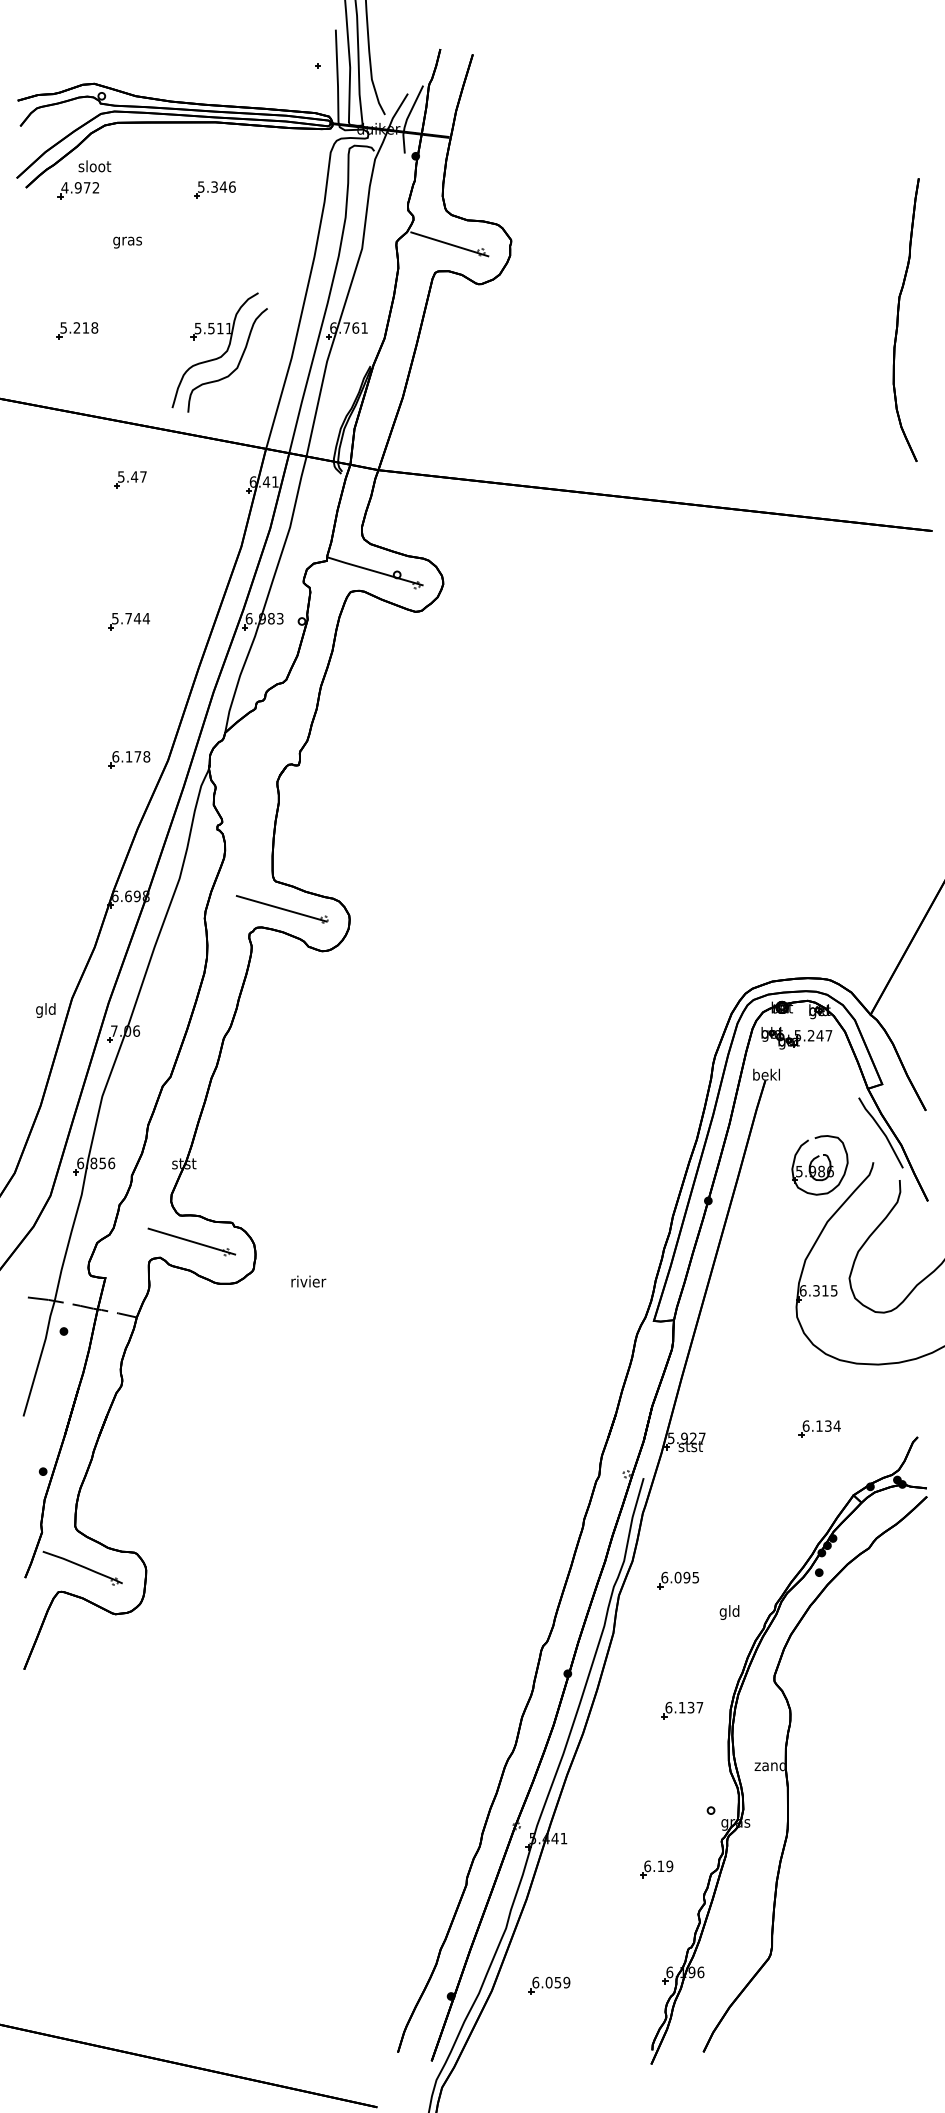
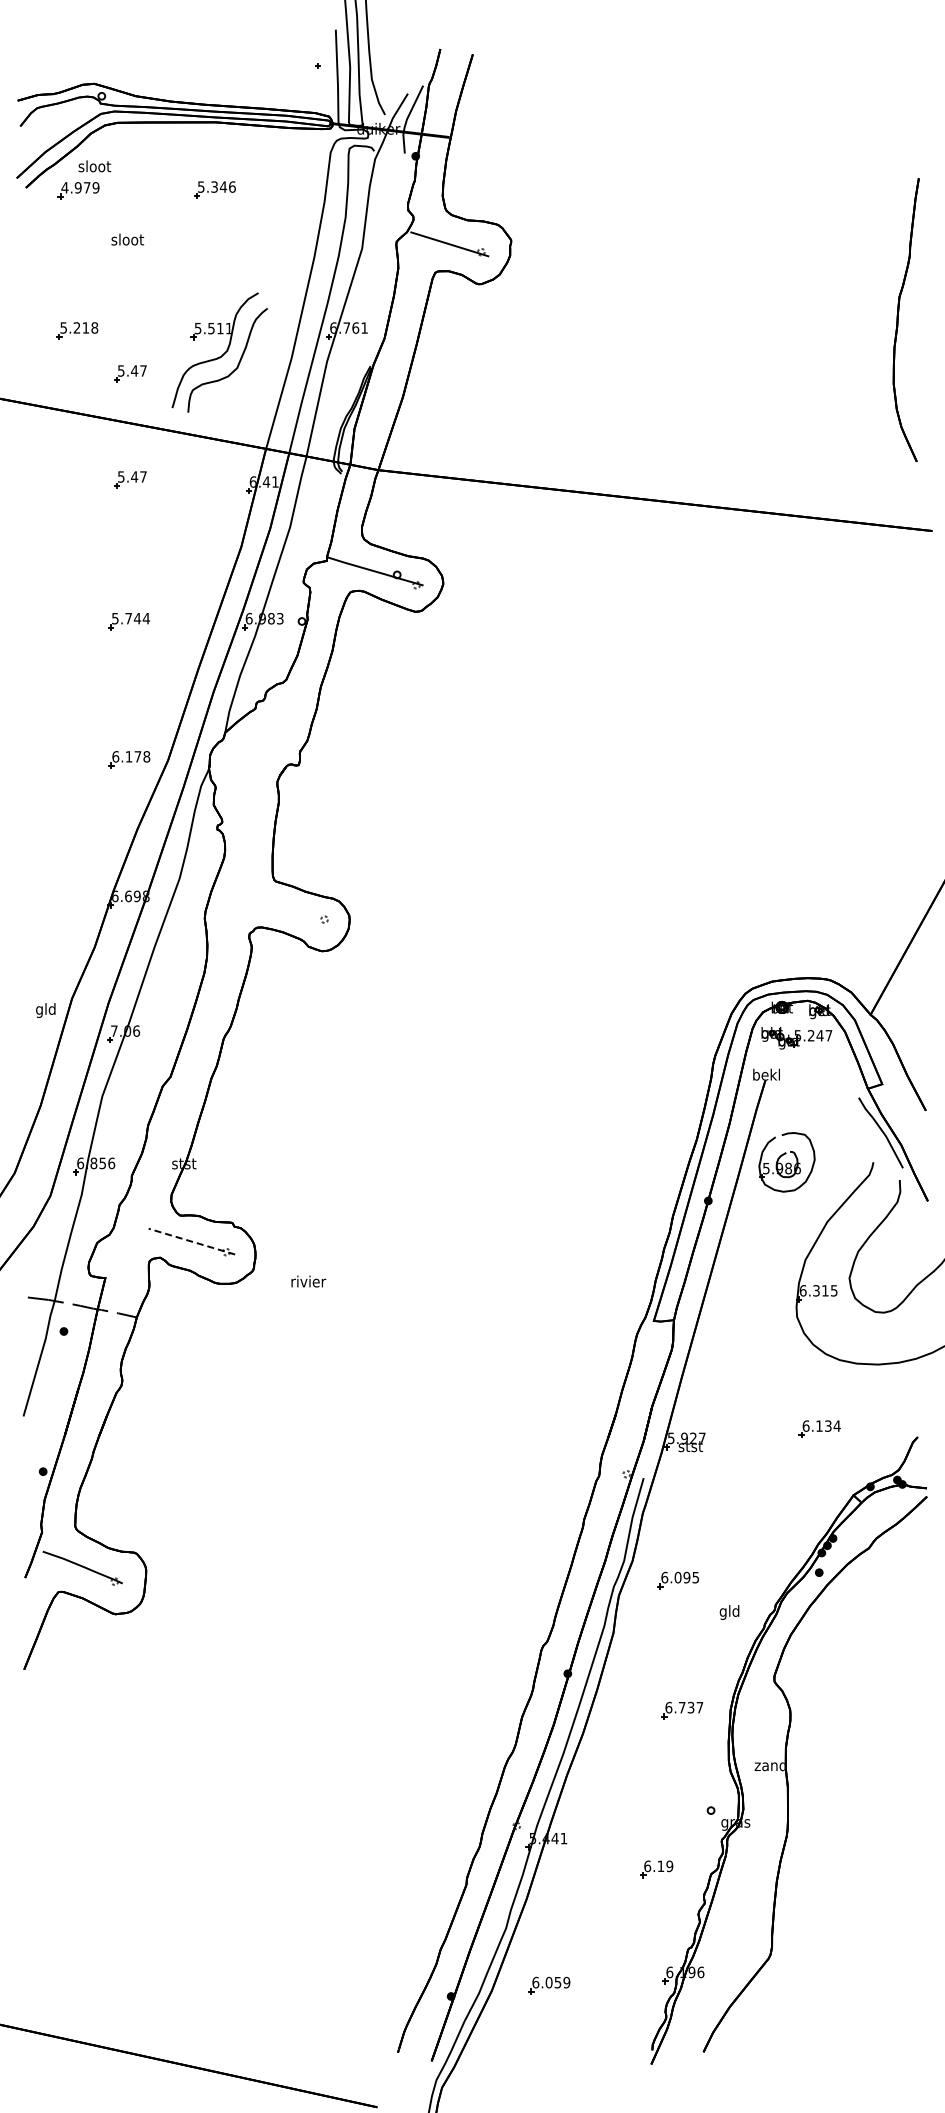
text at (95, 187): 4.972 -> 4.979
text at (127, 240): gras -> sloot
part at (130, 373): none -> present
line at (281, 908): present -> none
part at (819, 1165) position: (819, 1165) -> (786, 1162)
line at (191, 1241): solid -> dashed
text at (682, 1707): 6.137 -> 6.737
